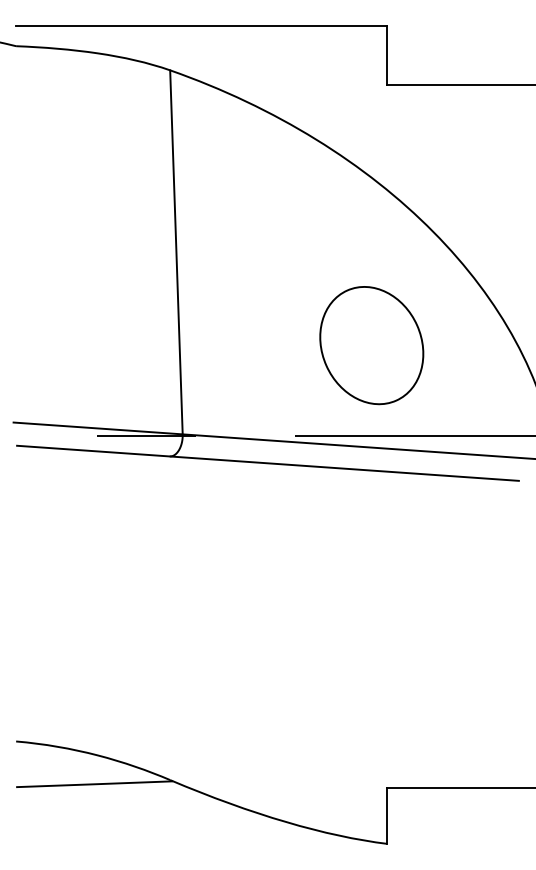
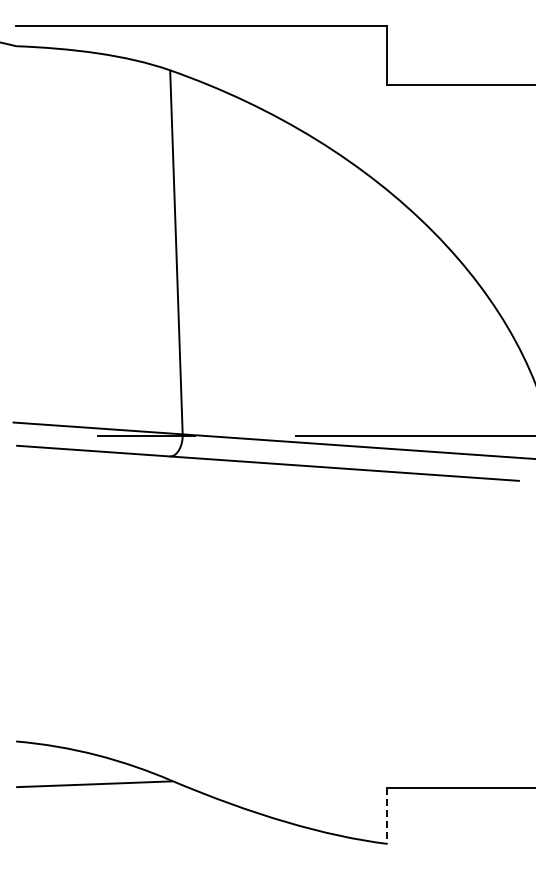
part at (371, 345): present -> none
line at (387, 816): solid -> dashed
